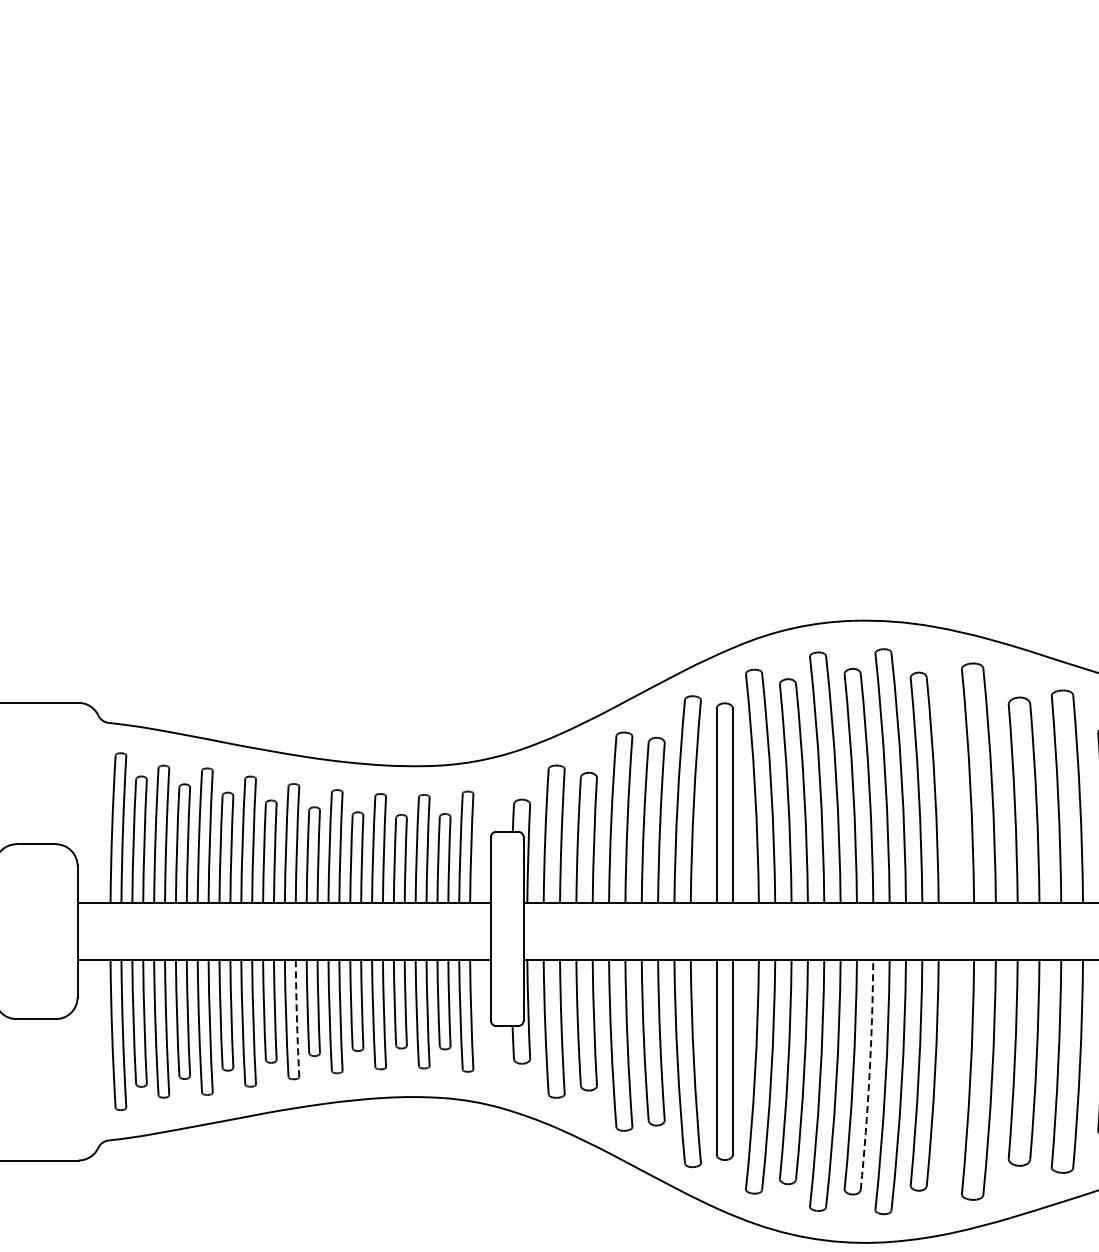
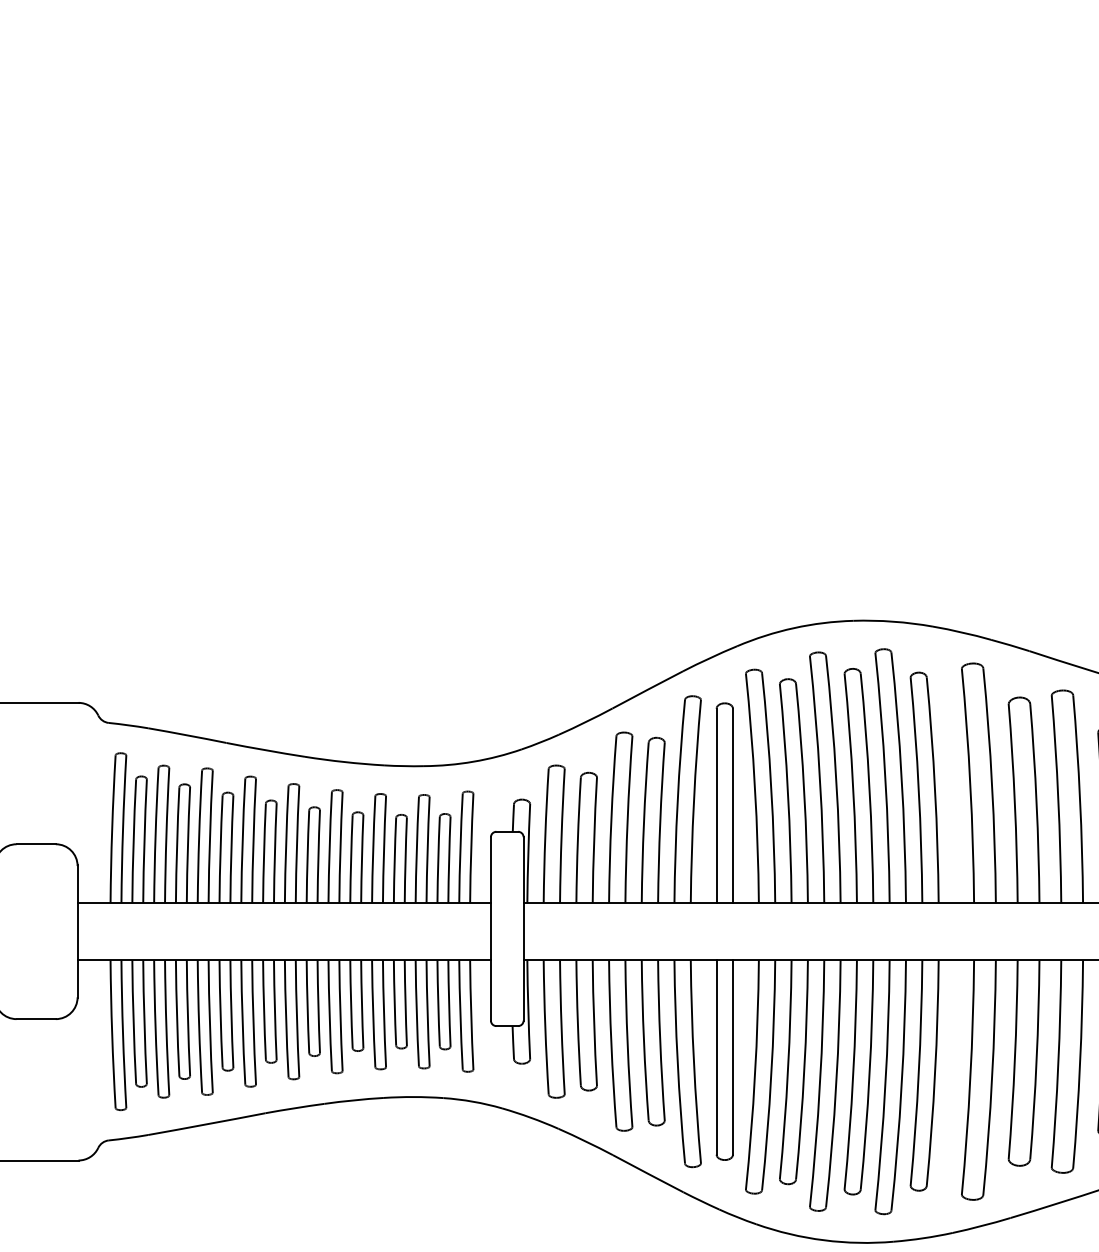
arc at (296, 1018): dashed -> solid
arc at (869, 1075): dashed -> solid
